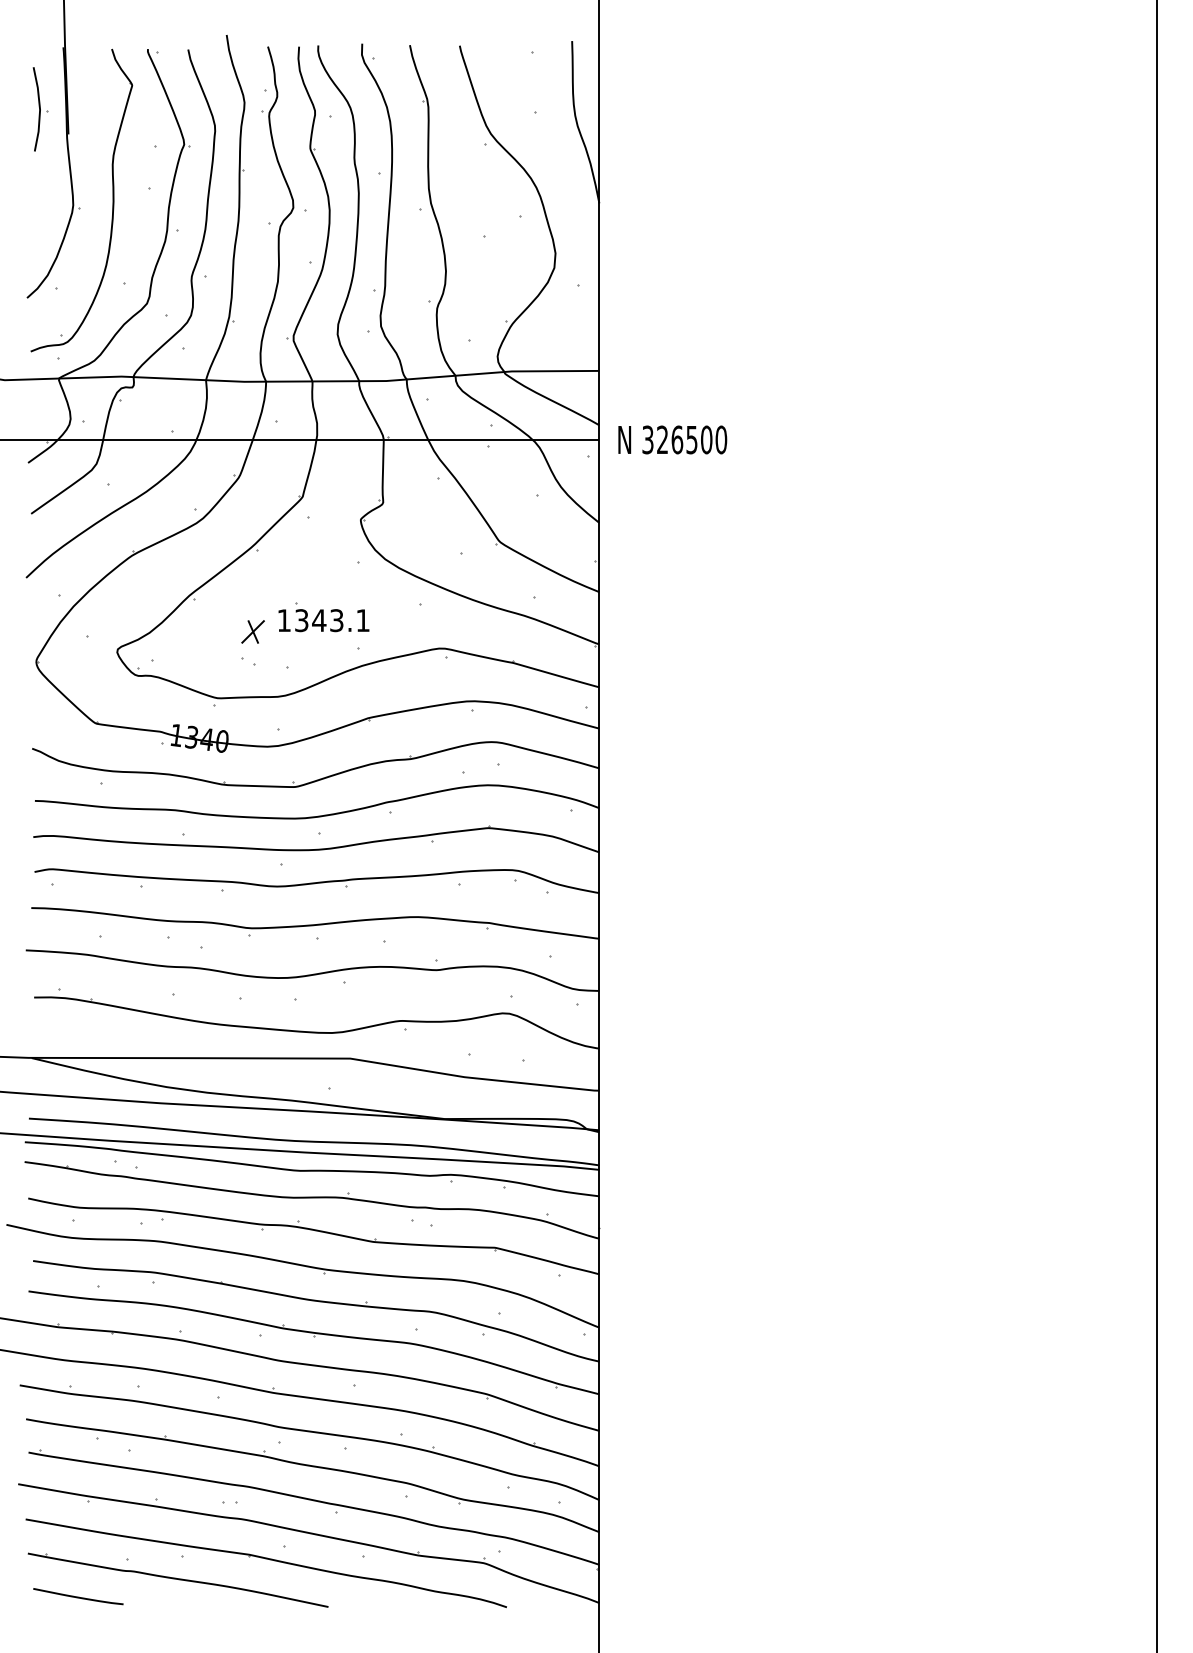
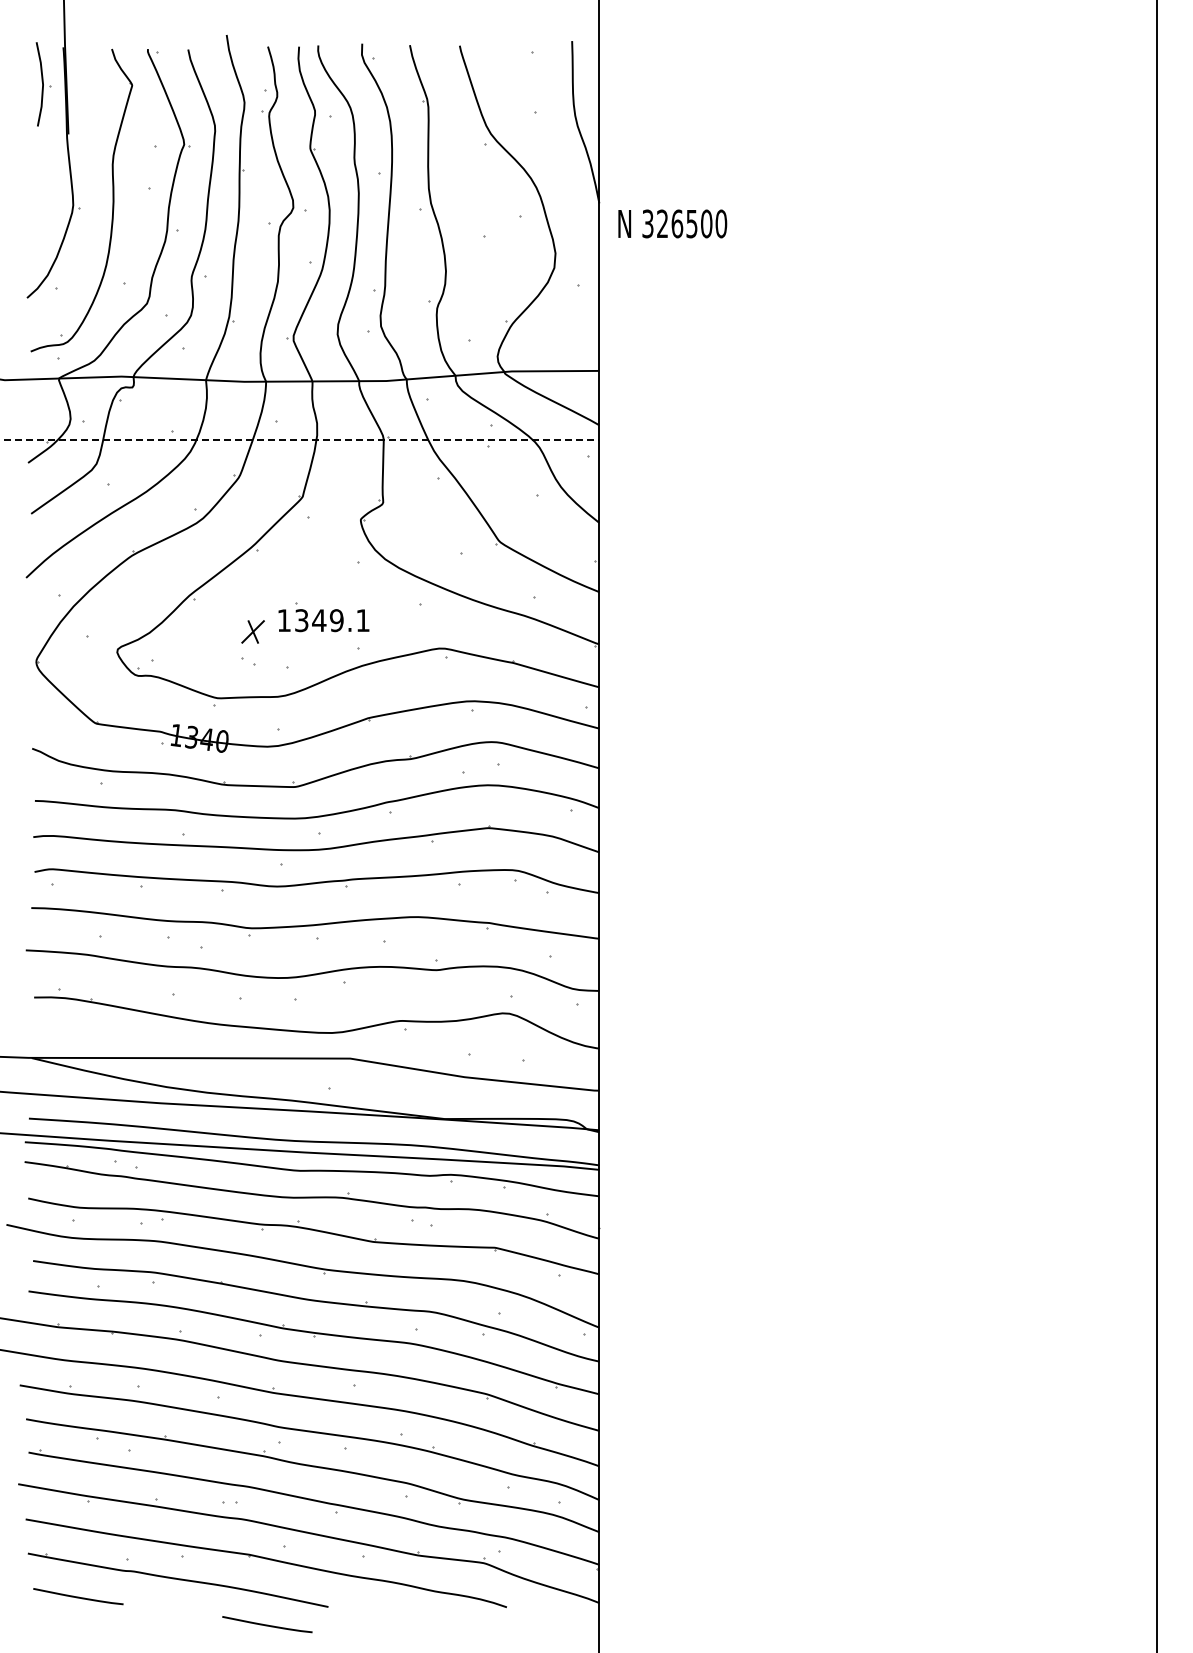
part at (40, 109) position: (40, 109) -> (43, 84)
line at (300, 439): solid -> dashed
text at (672, 439) position: (672, 439) -> (672, 223)
text at (336, 620): 1343.1 -> 1349.1
curve at (267, 1624): none -> present
